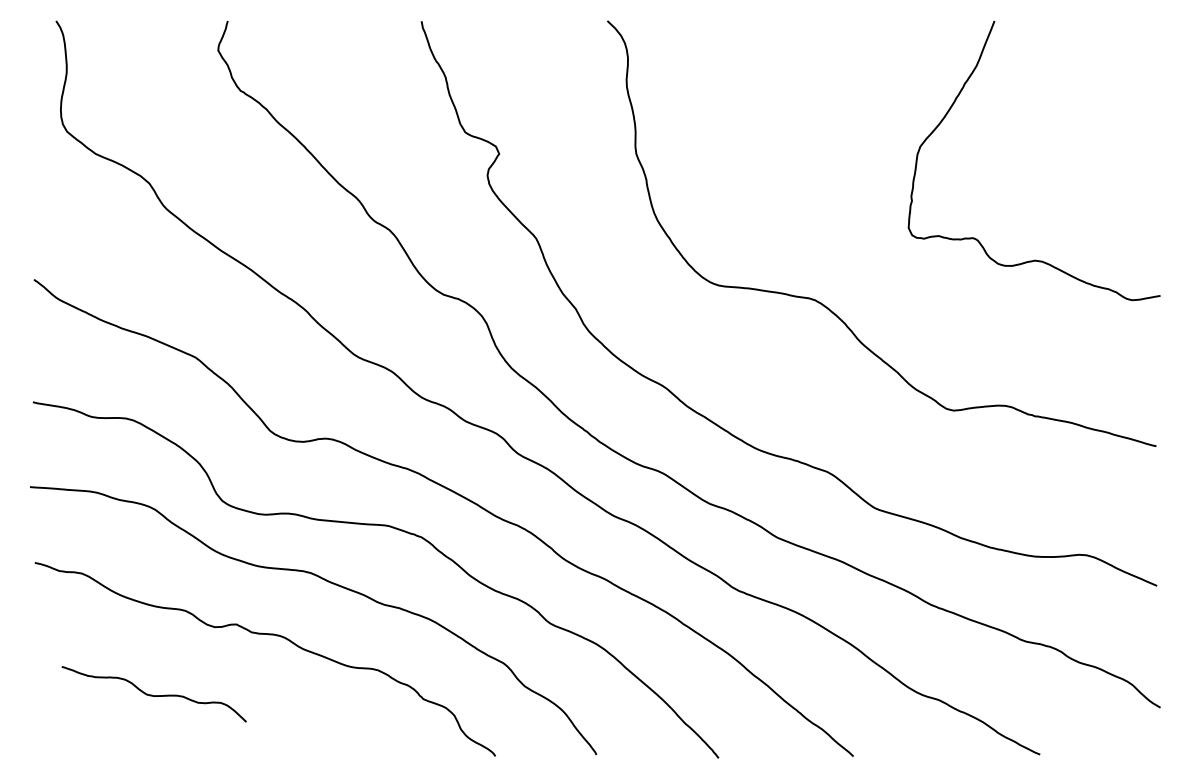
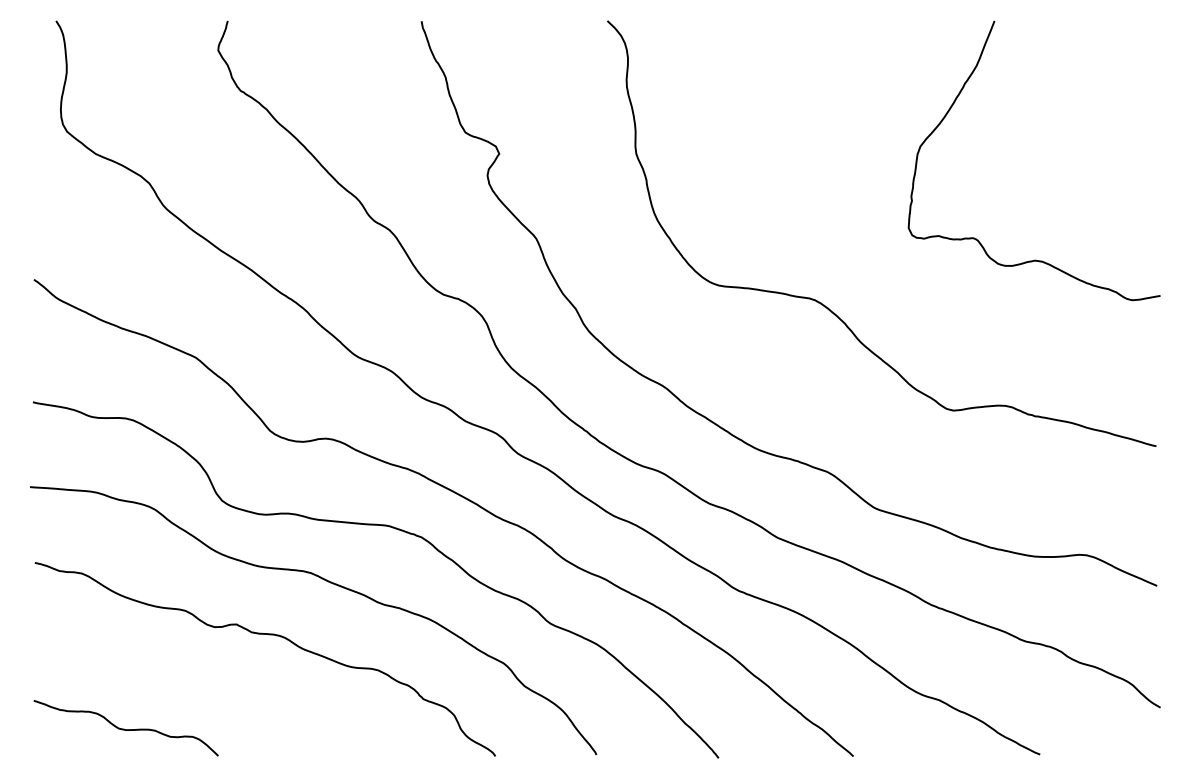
curve at (152, 694) position: (152, 694) -> (124, 728)
